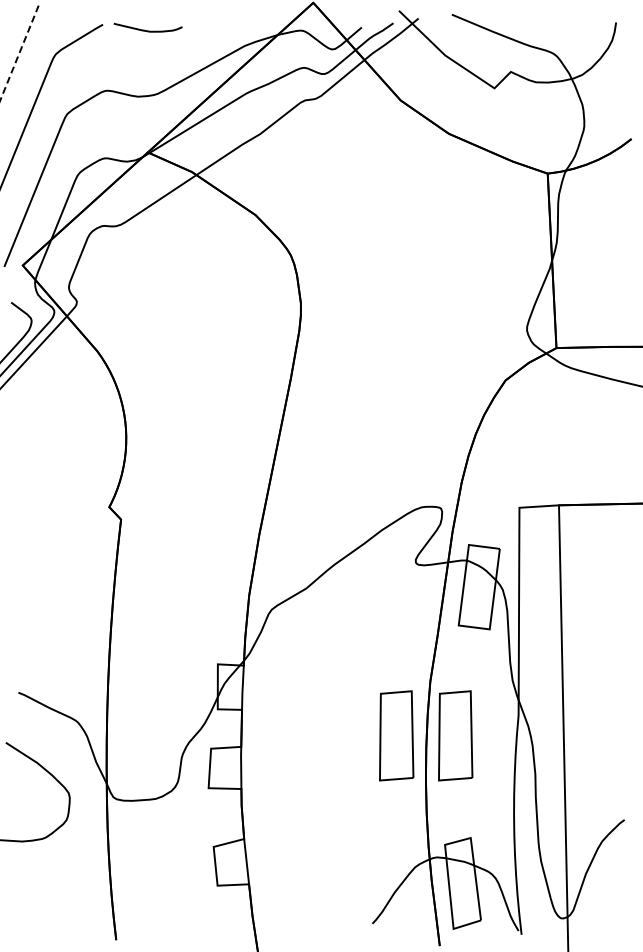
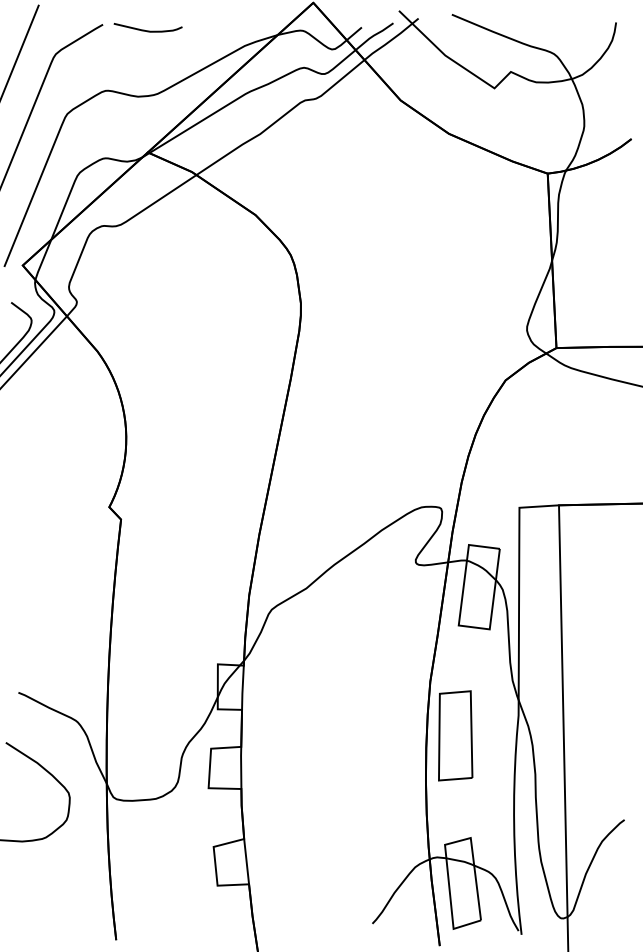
line at (19, 52): dashed -> solid
part at (396, 735): present -> none
